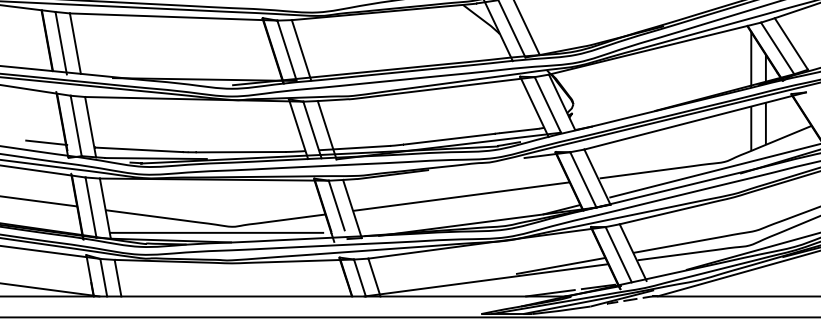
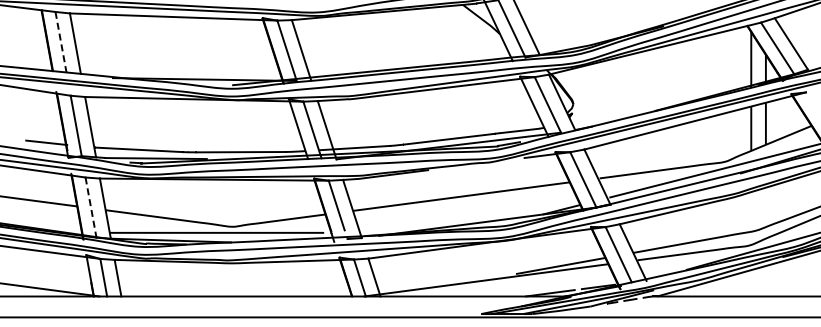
line at (61, 43): solid -> dashed
line at (91, 207): solid -> dashed
